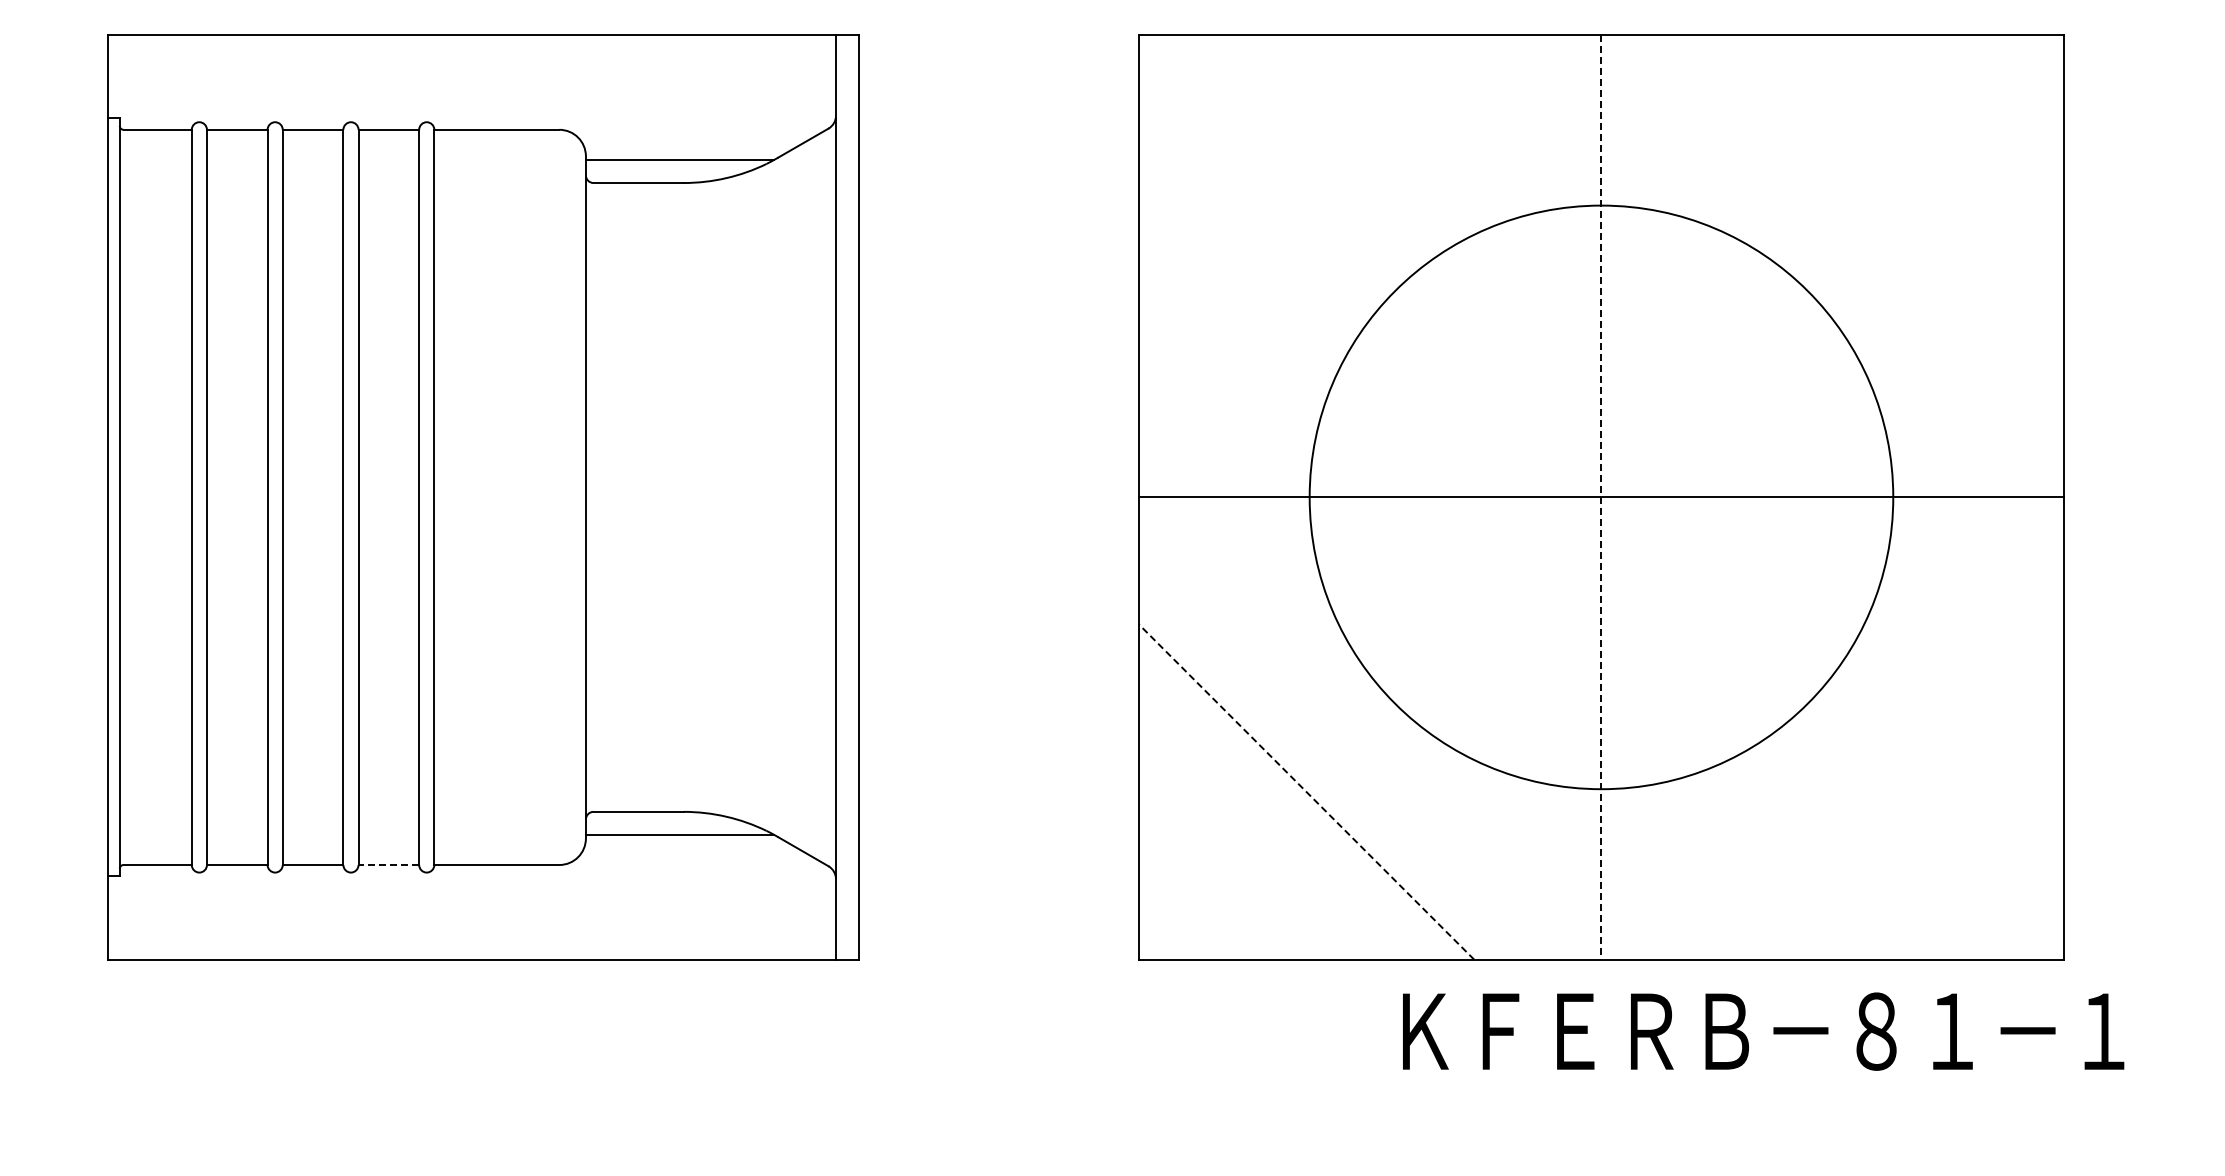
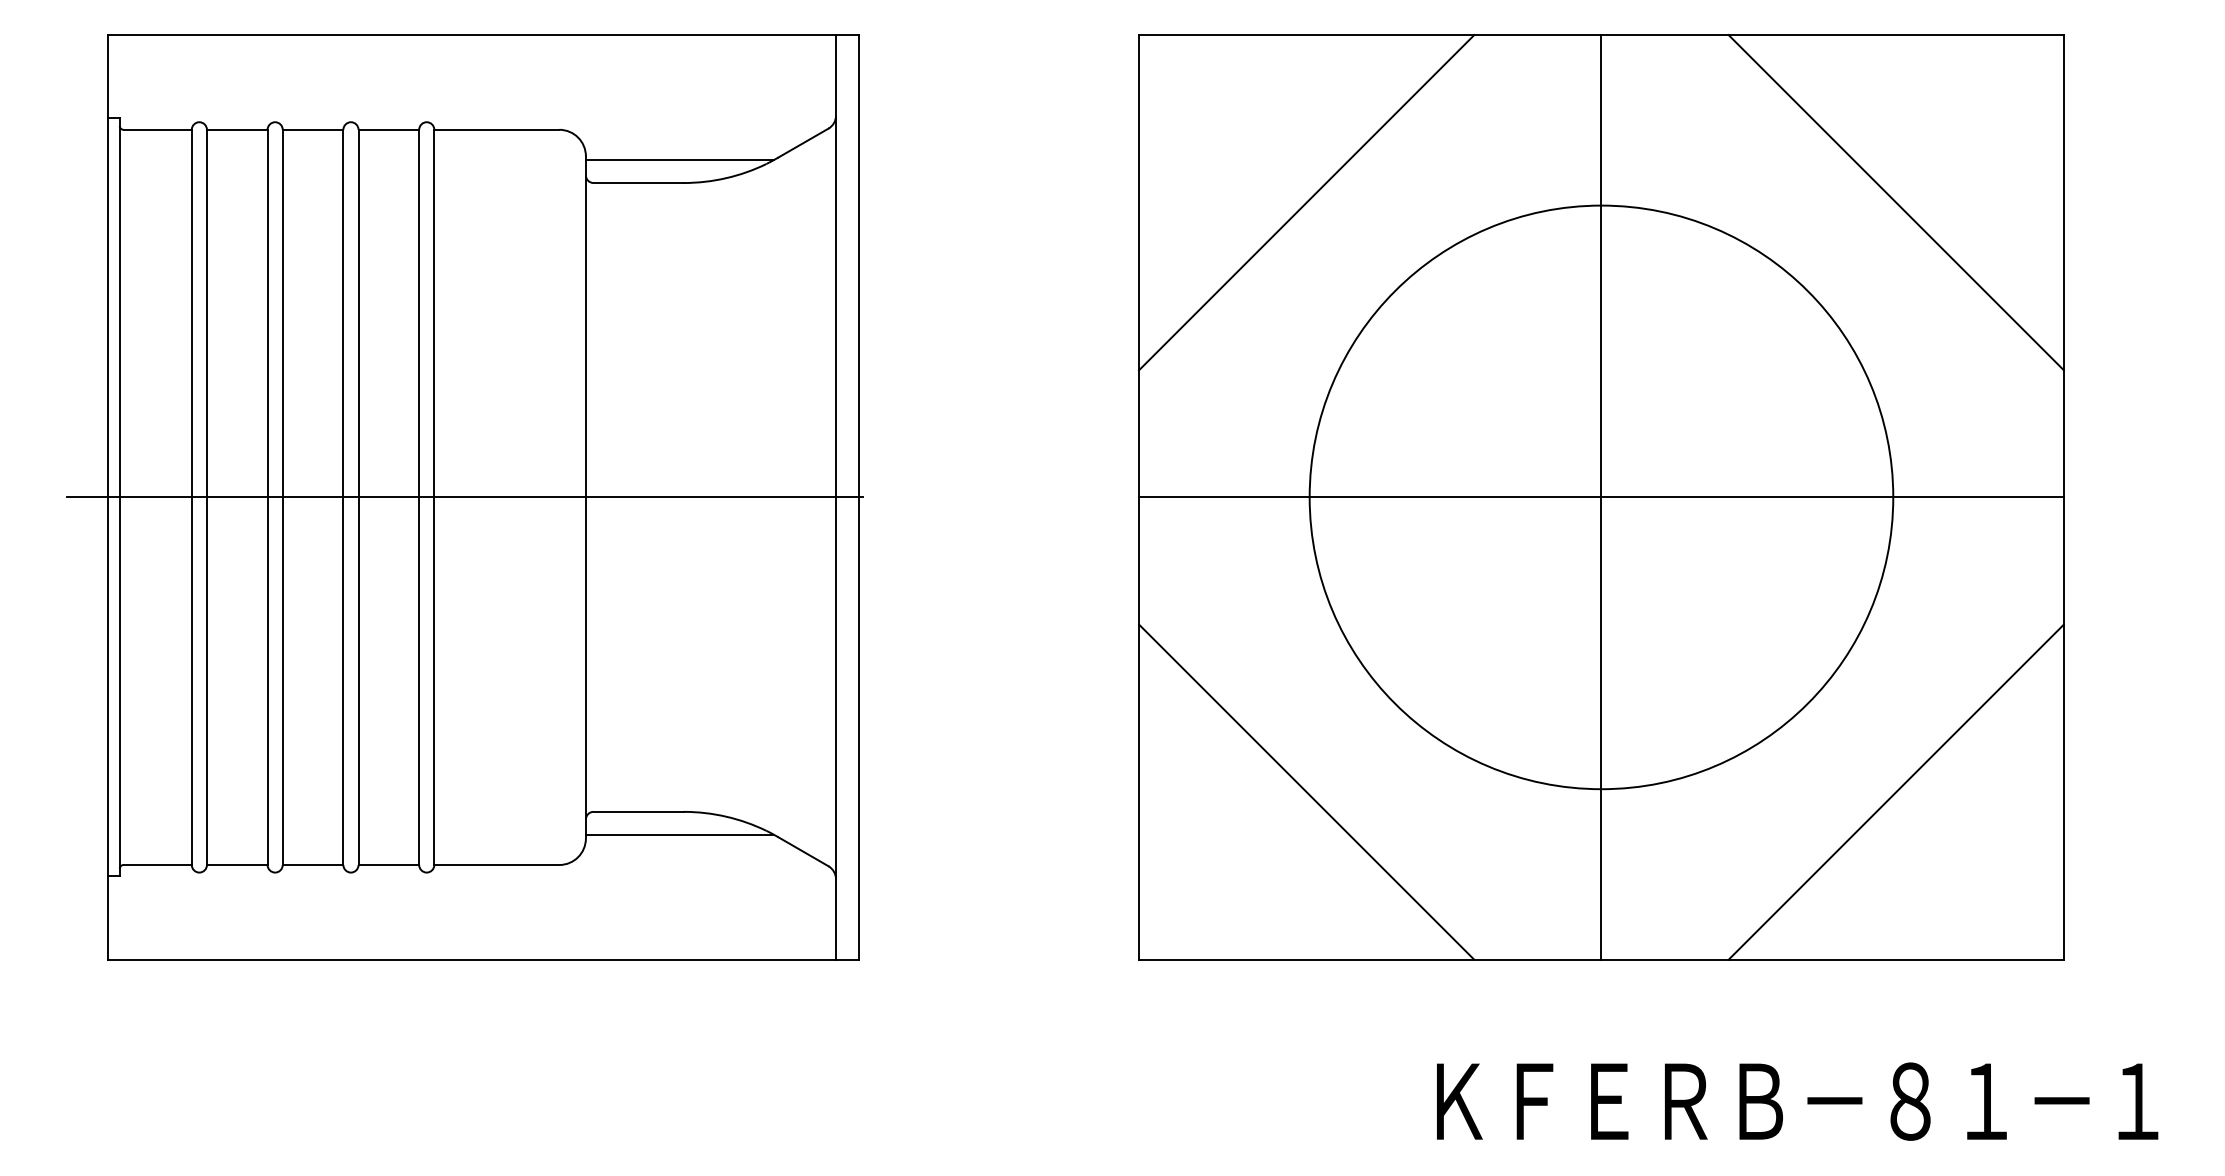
line at (1306, 202): none -> present
line at (1895, 202): none -> present
line at (464, 497): none -> present
line at (1601, 497): dashed -> solid
line at (1895, 791): none -> present
line at (1306, 792): dashed -> solid
line at (388, 865): dashed -> solid
text at (1763, 1031) position: (1763, 1031) -> (1797, 1101)
